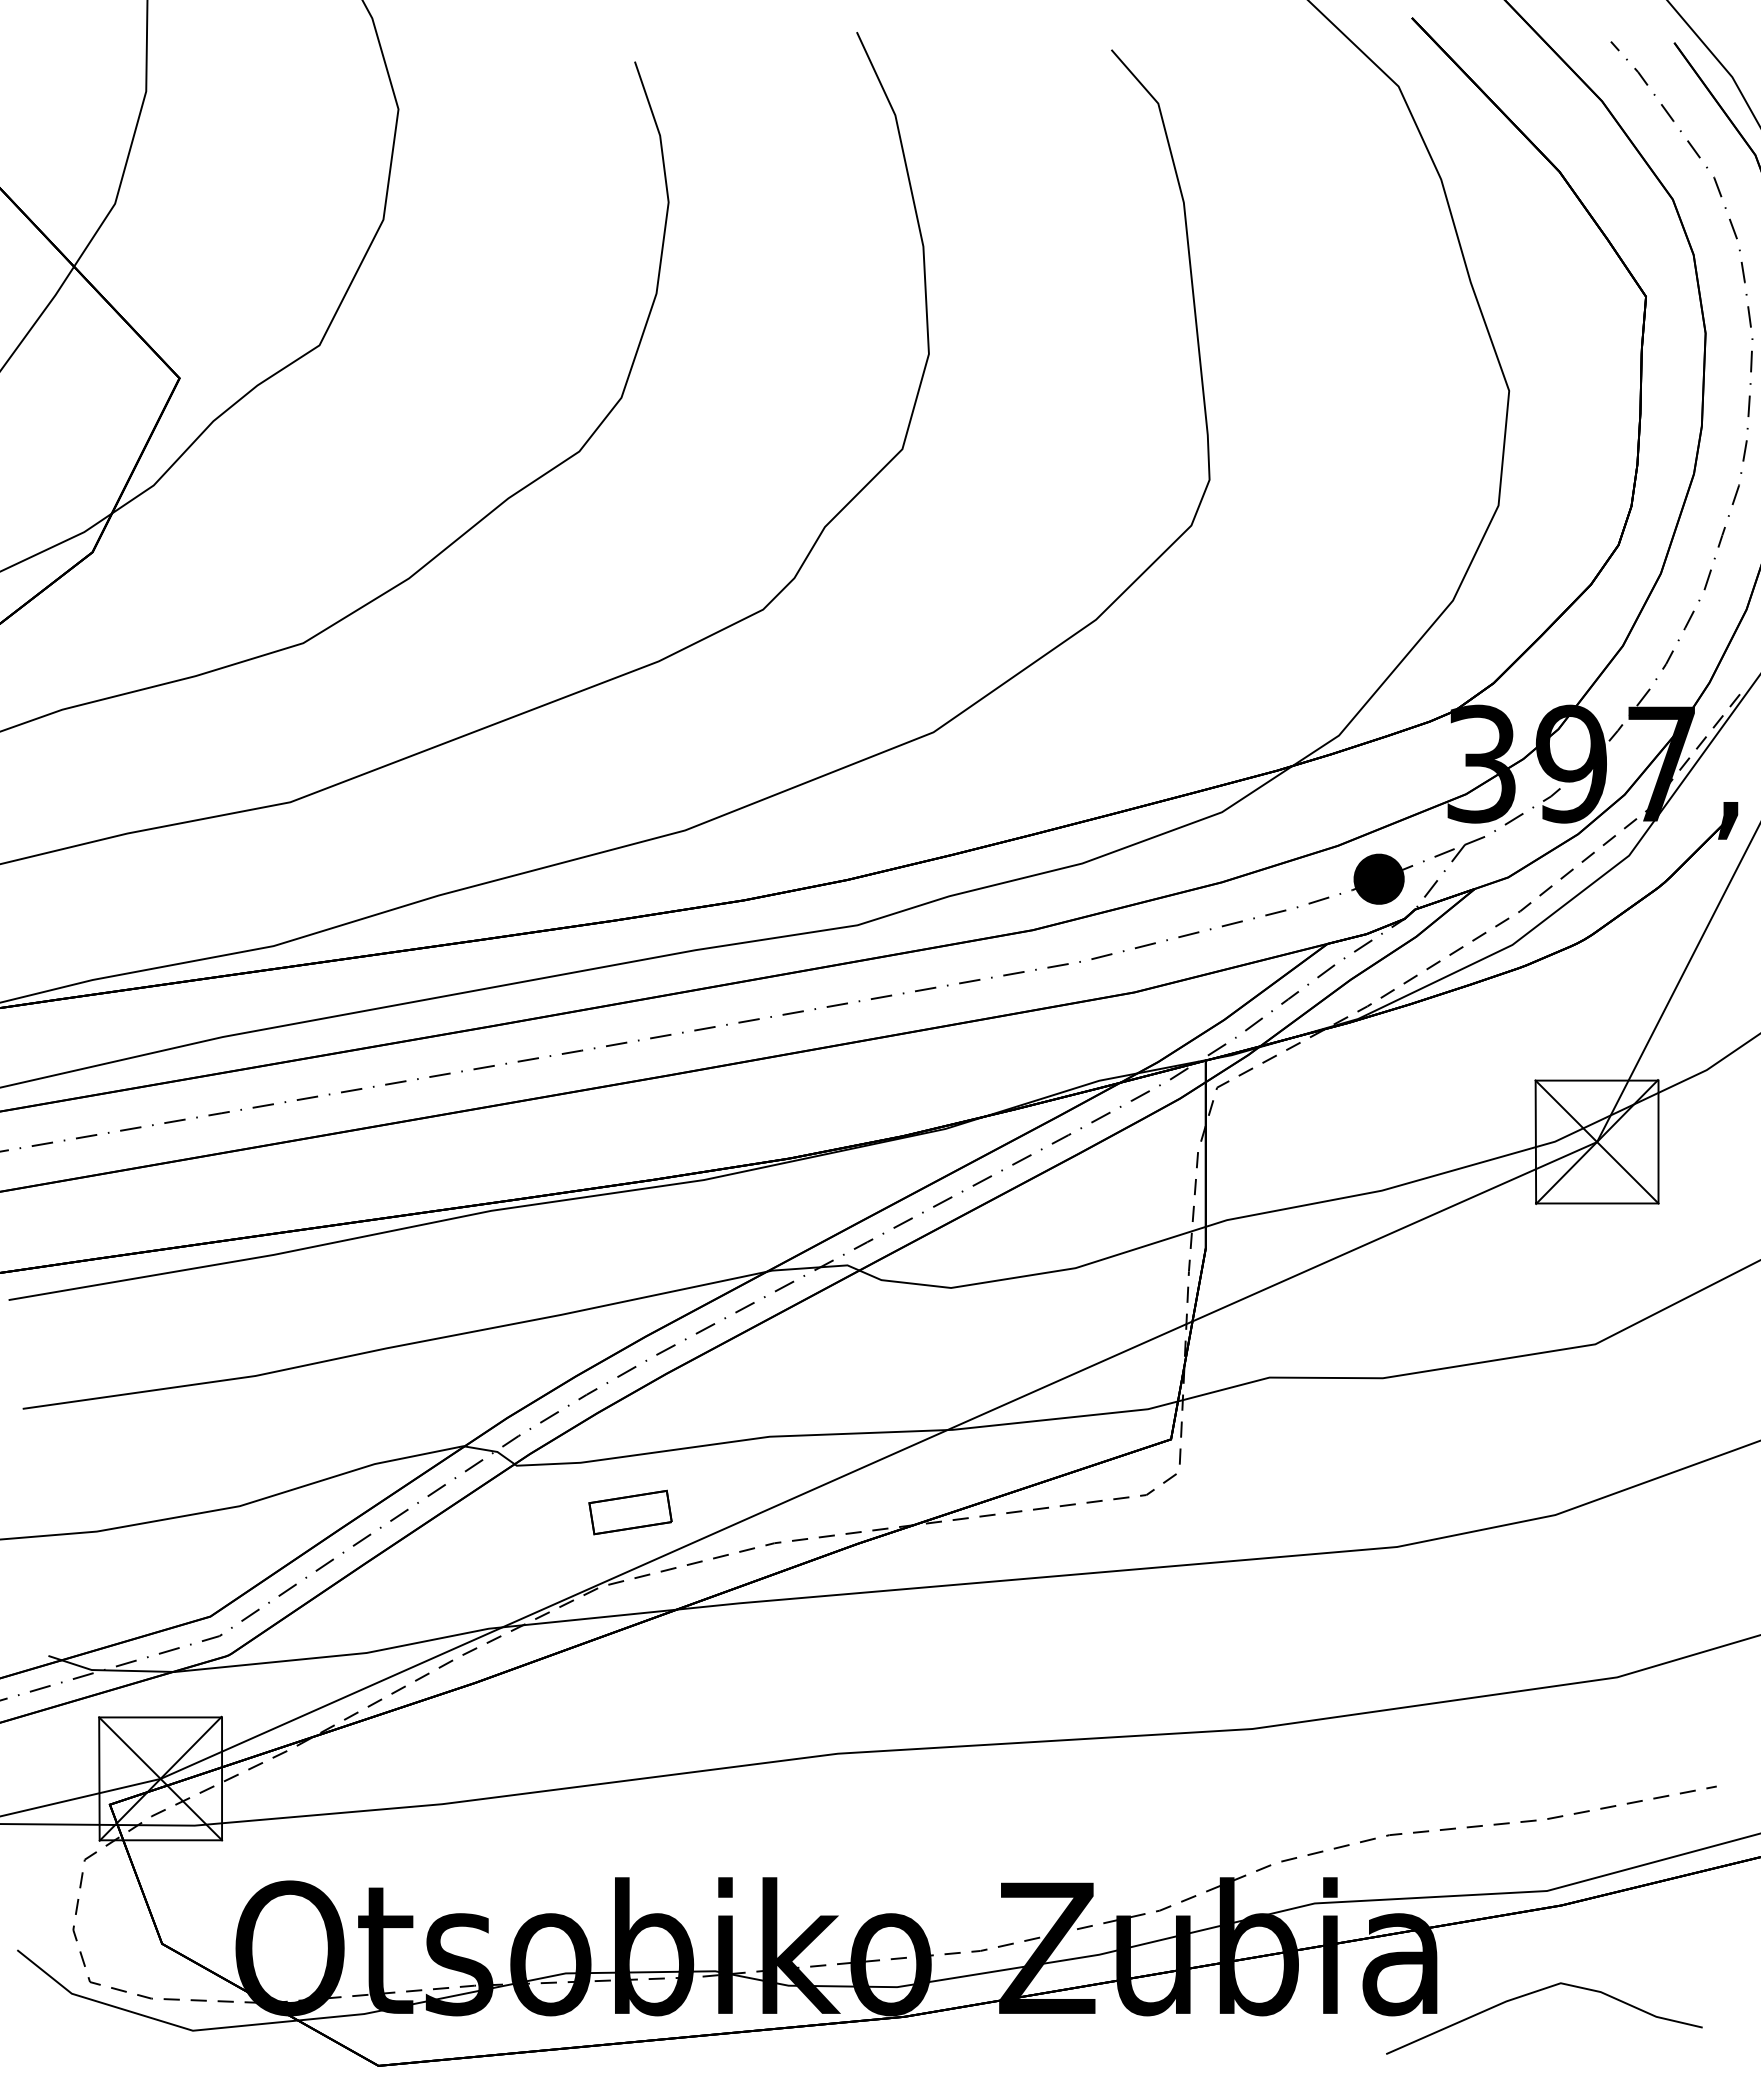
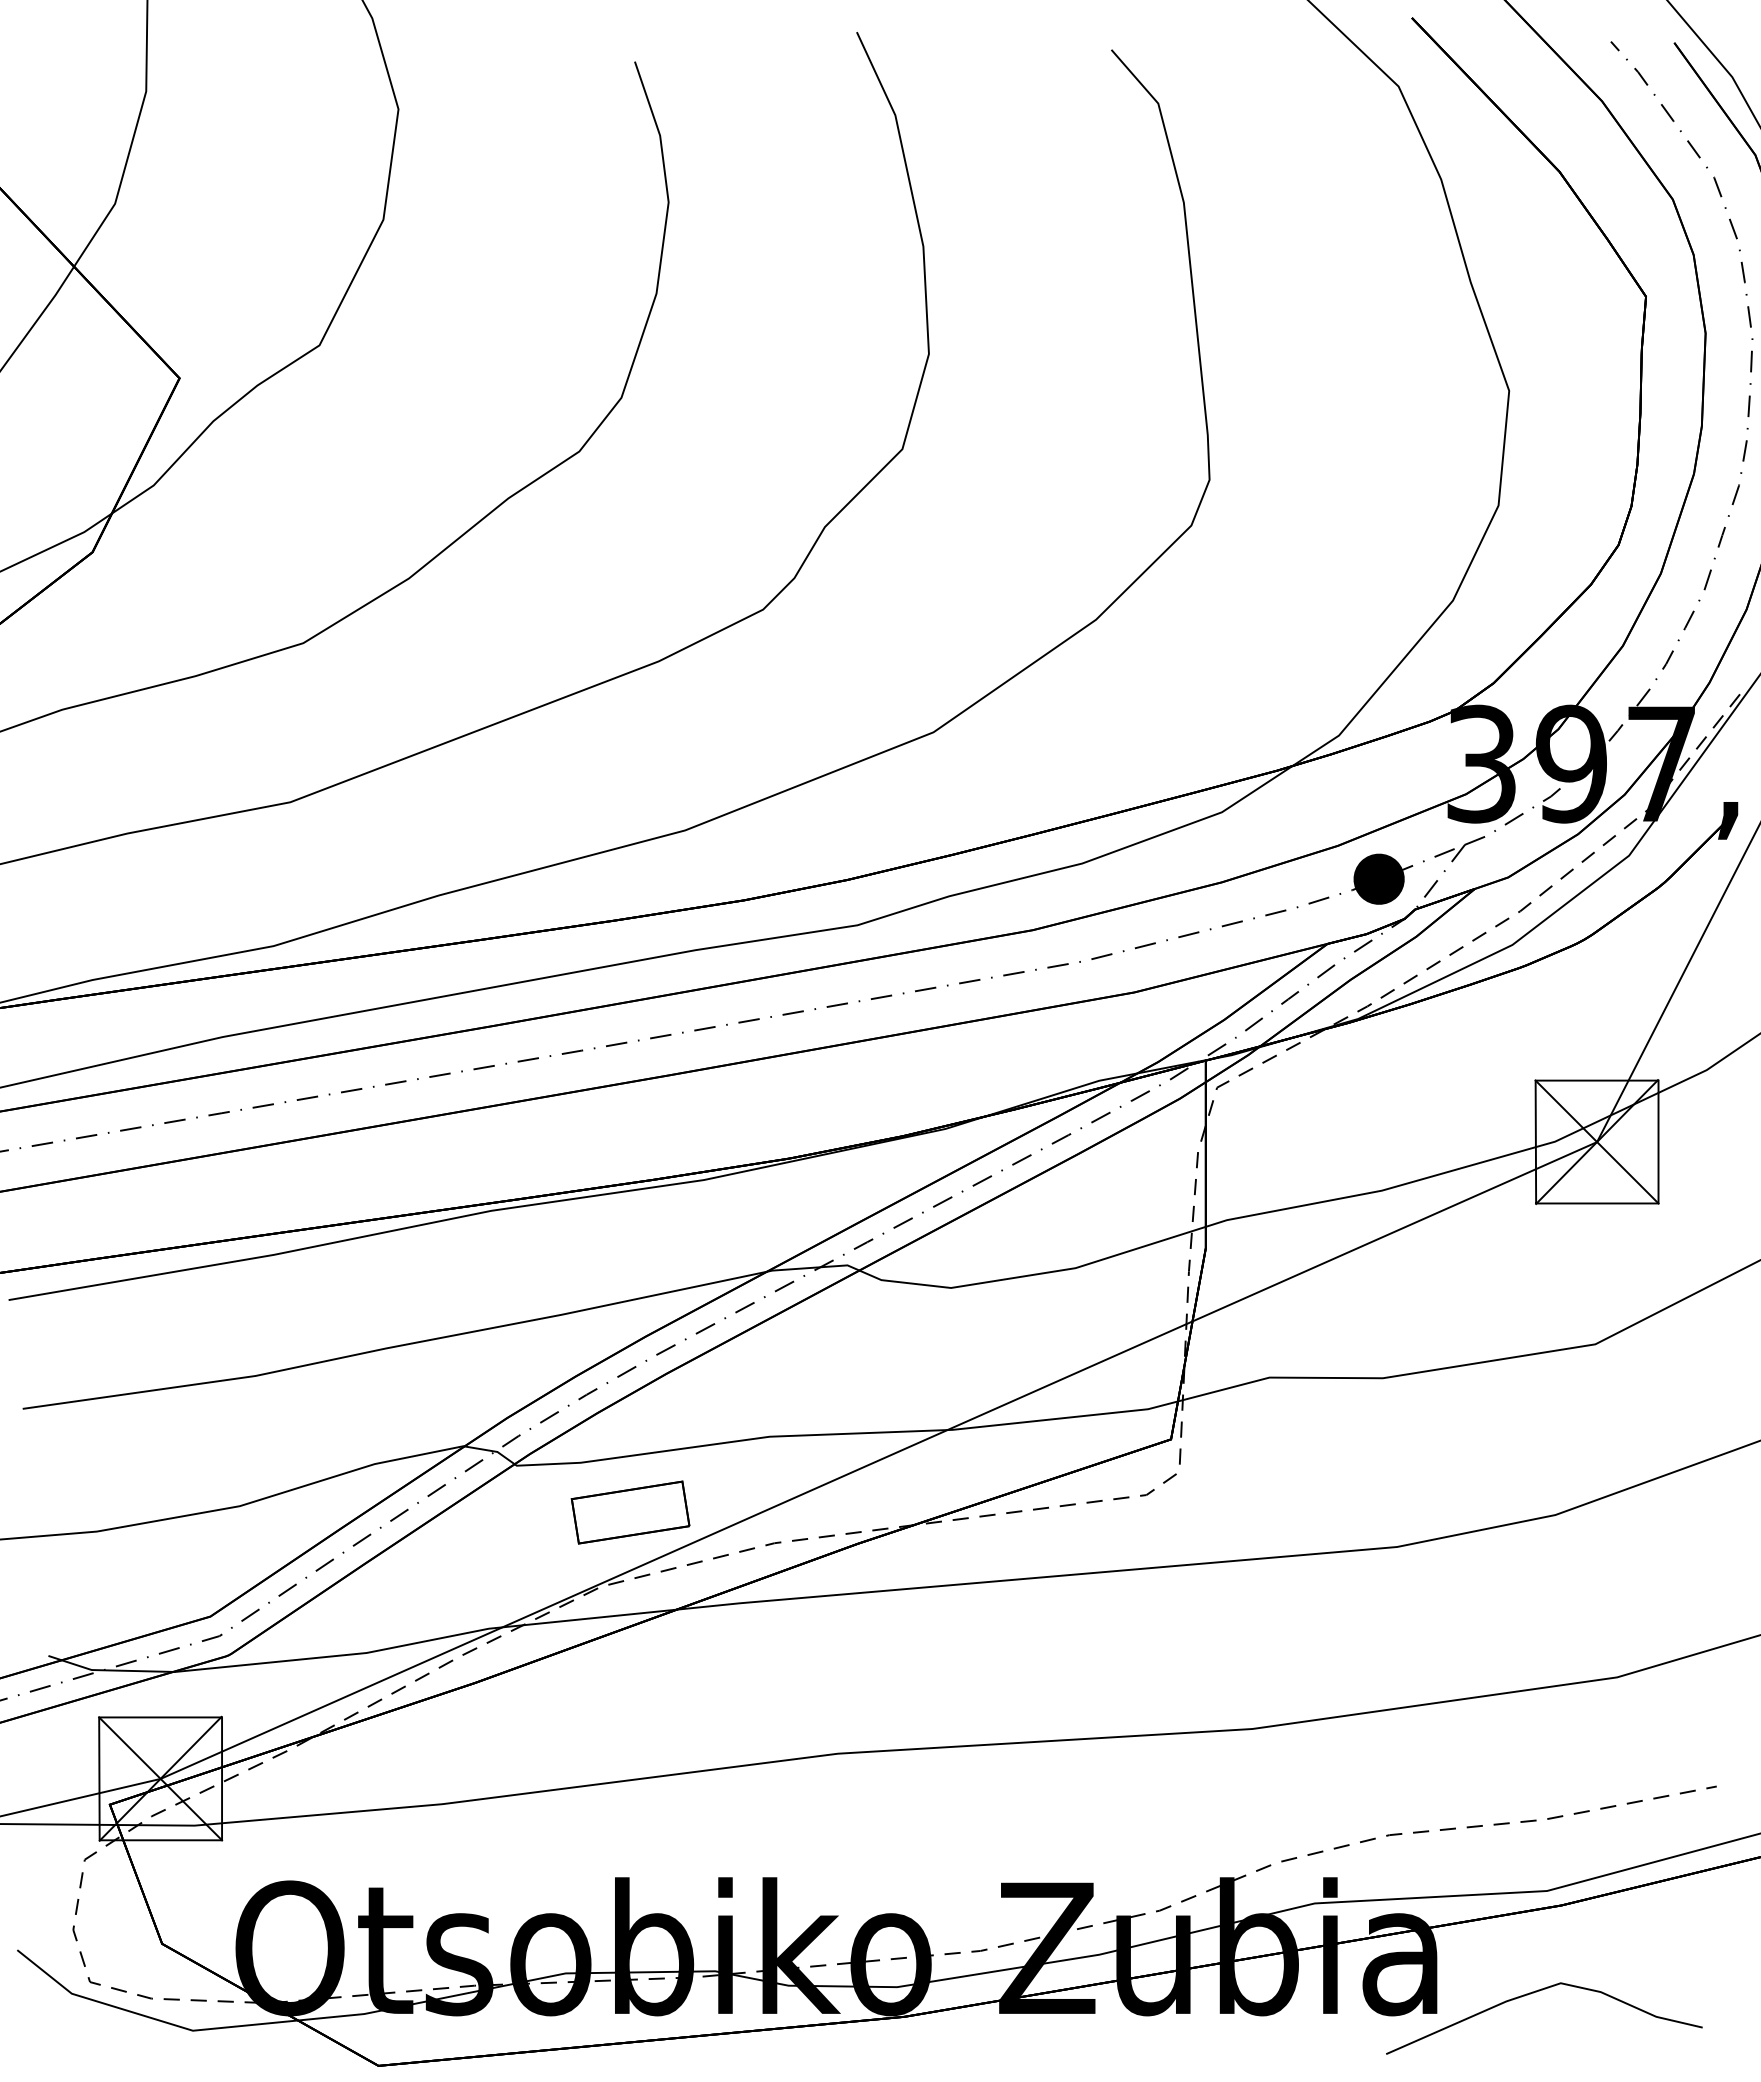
part at (630, 1512) size: 85x47 px -> 121x65 px
